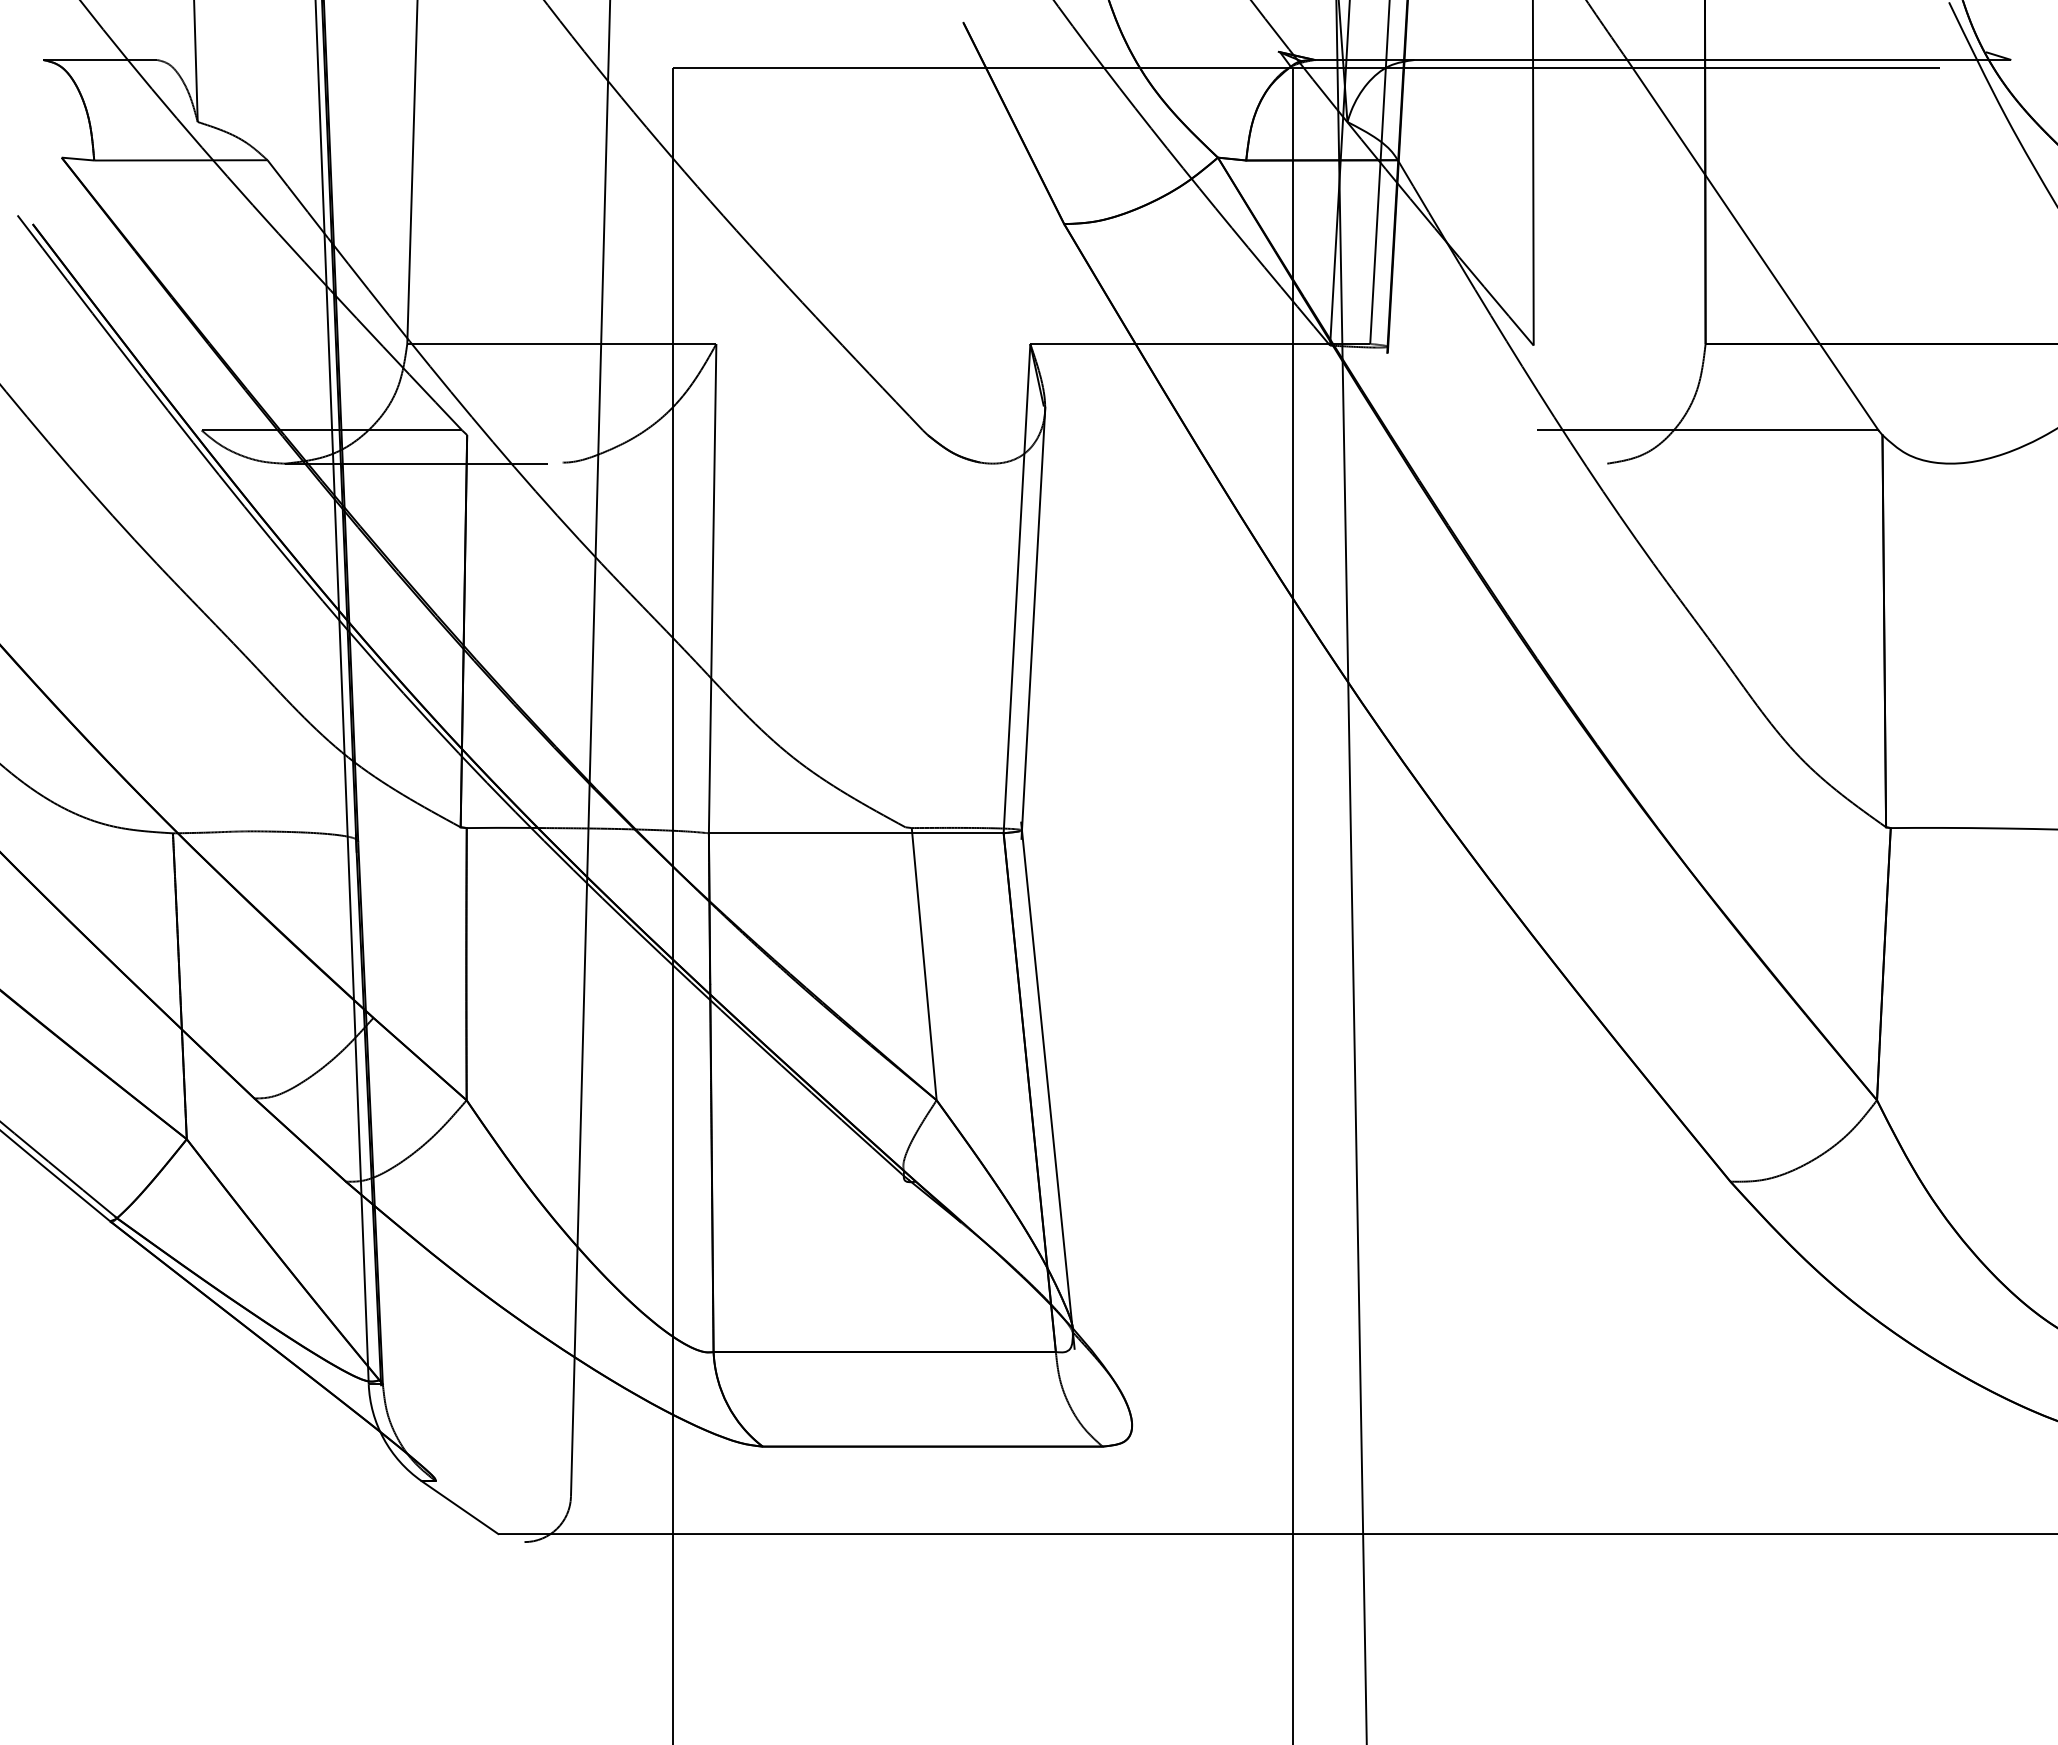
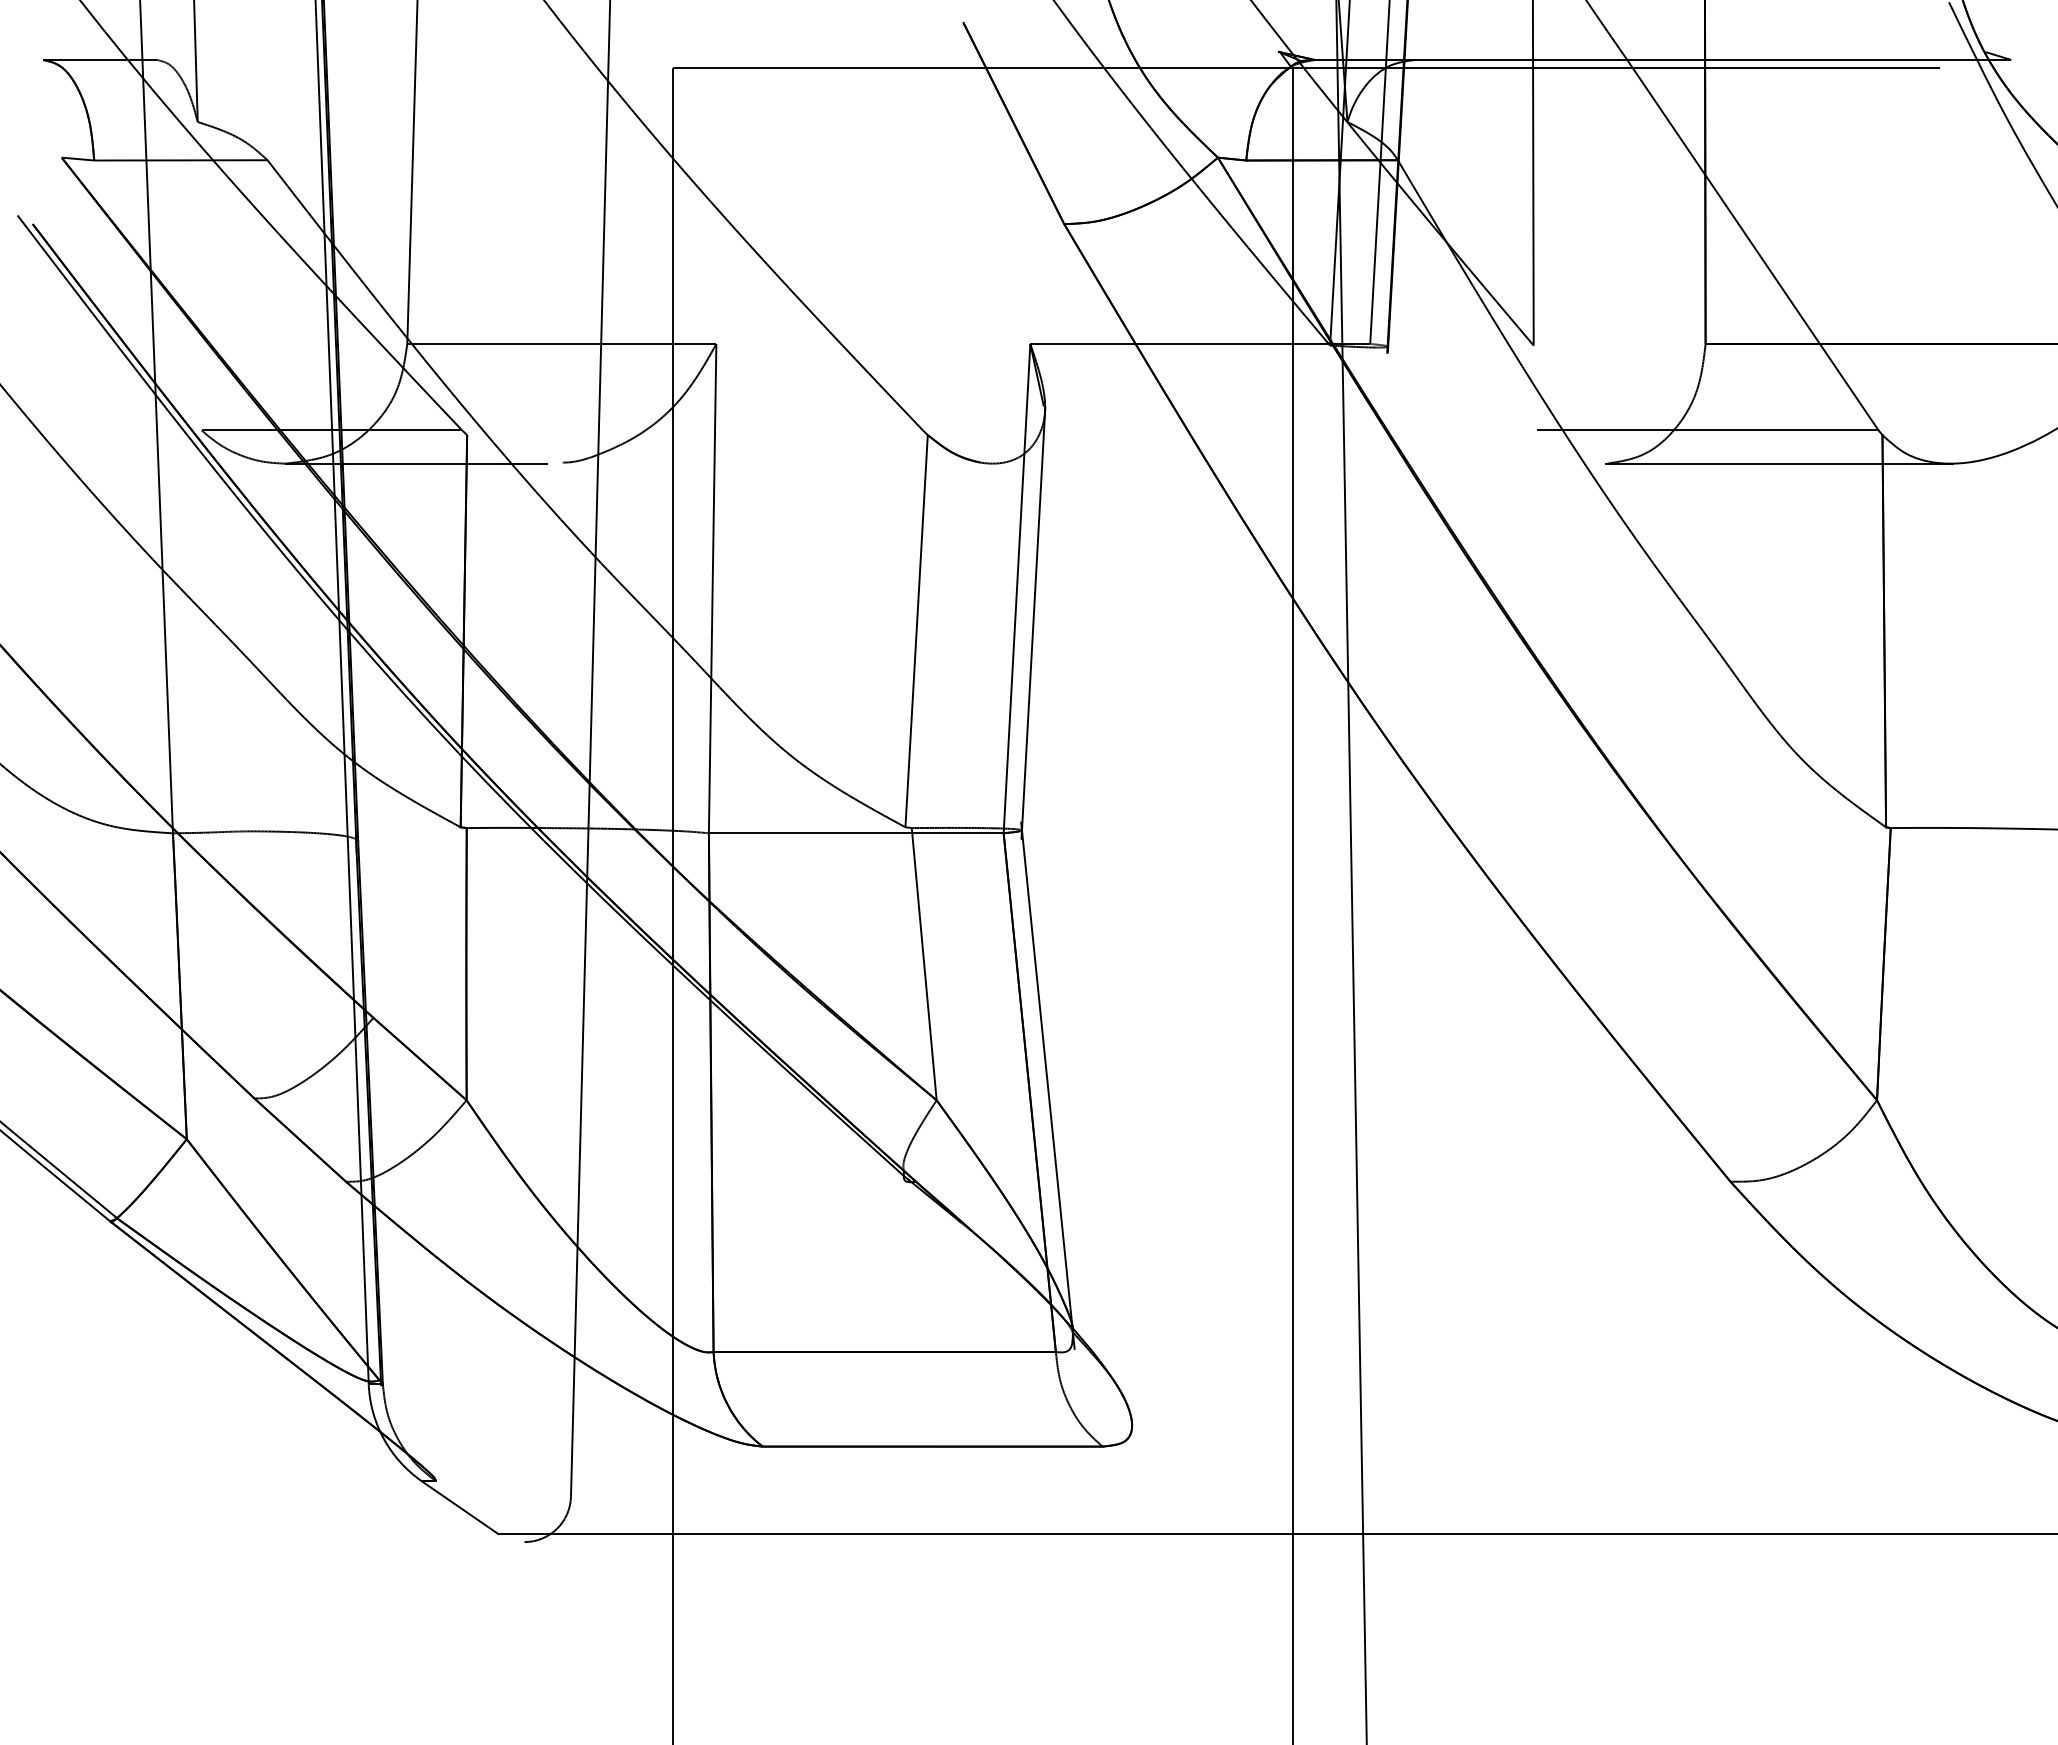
line at (156, 417): none -> present
line at (1779, 463): none -> present
line at (916, 631): none -> present
